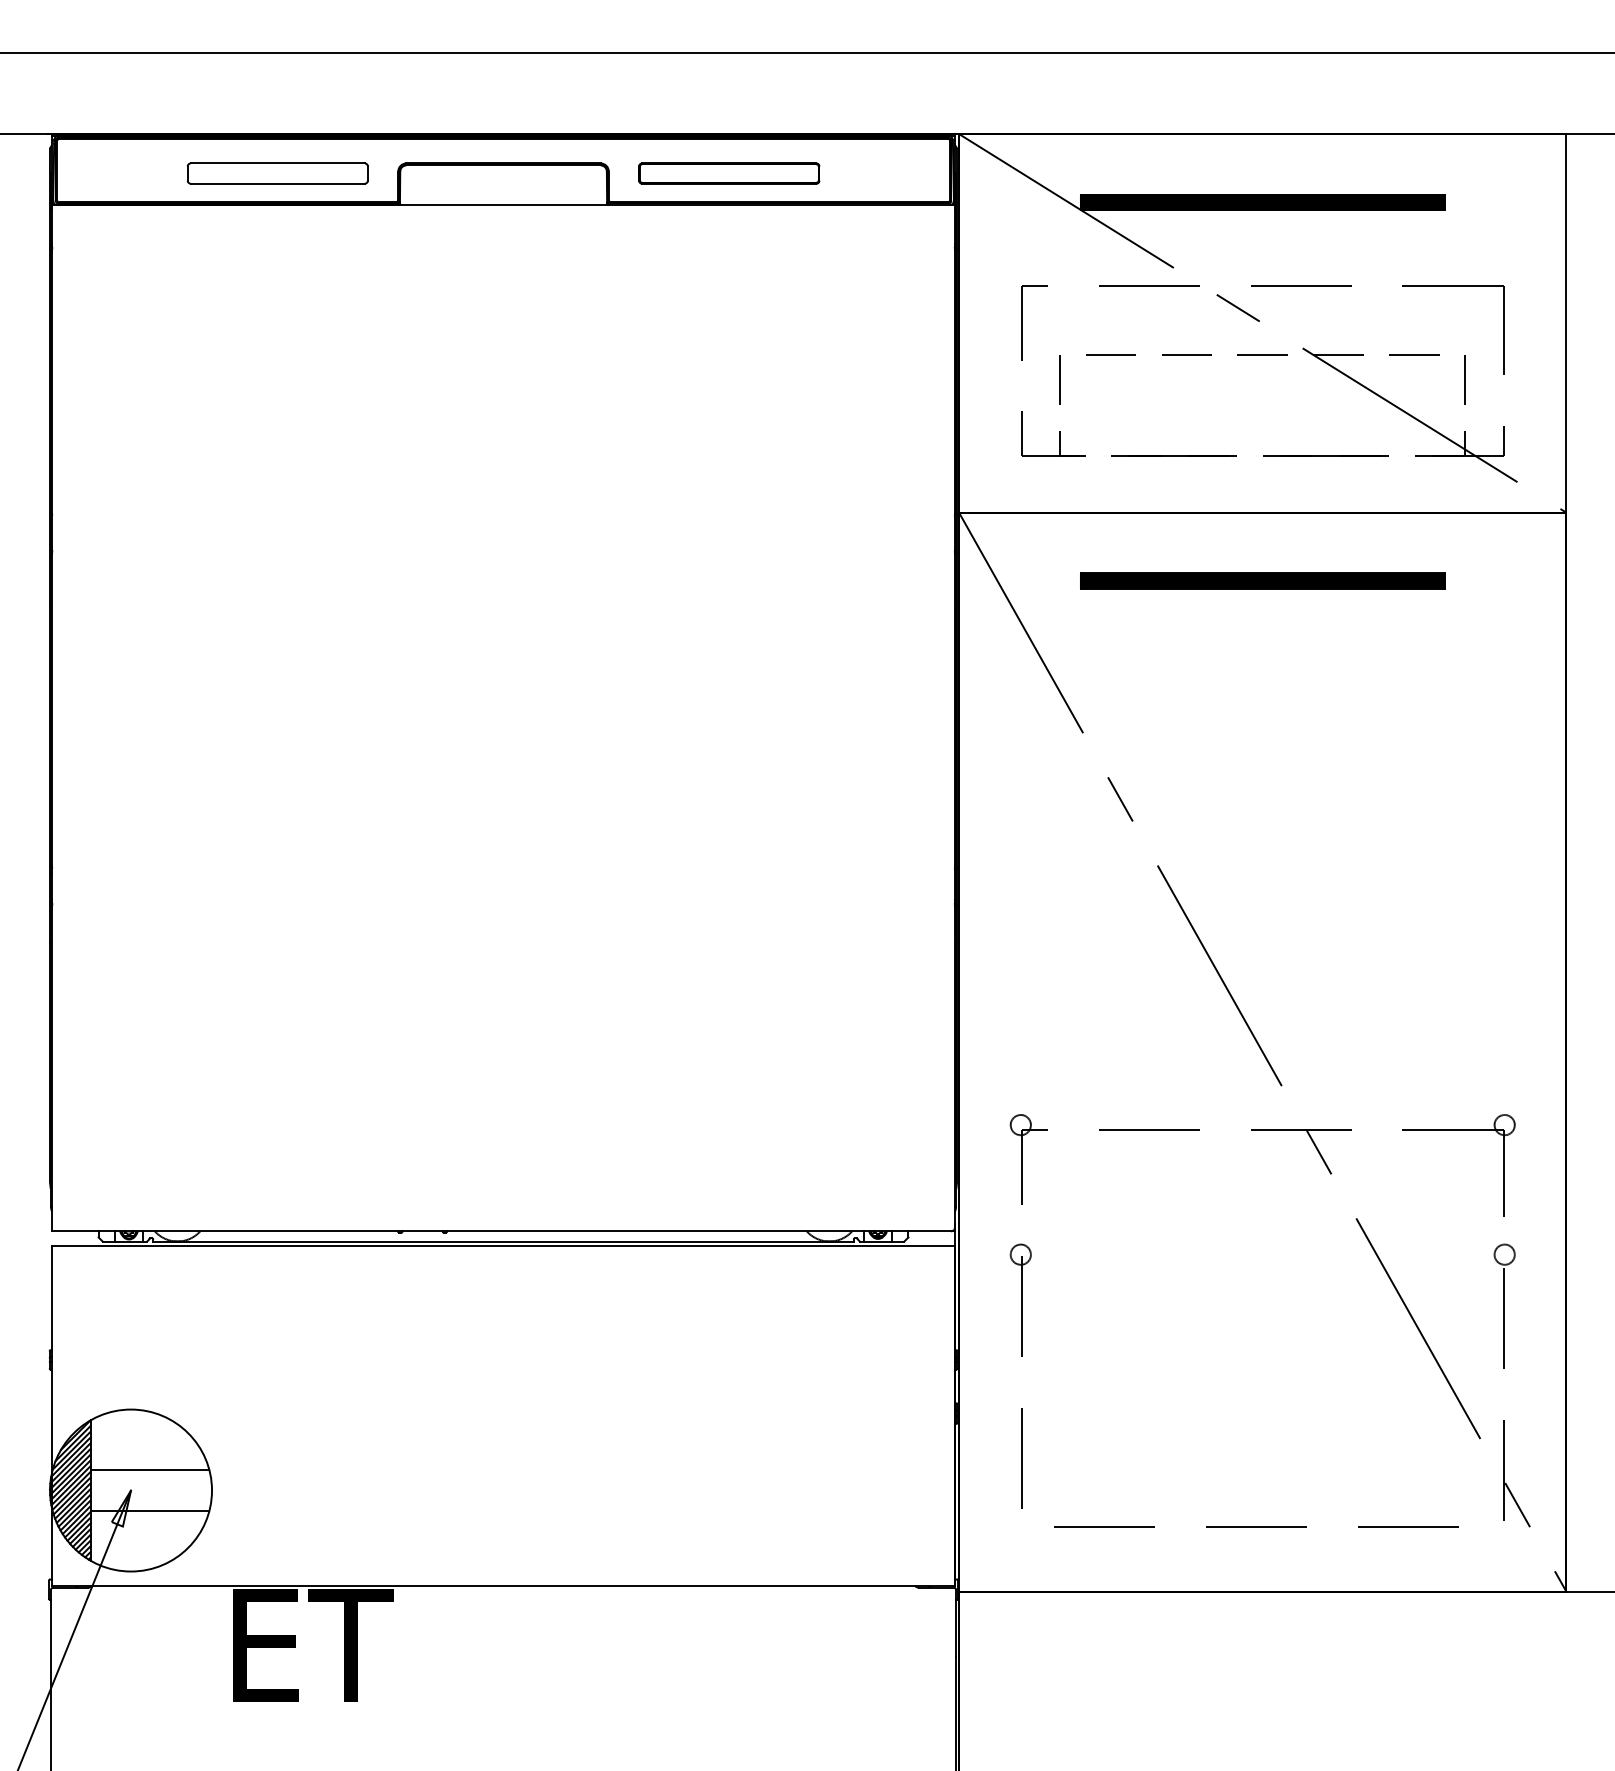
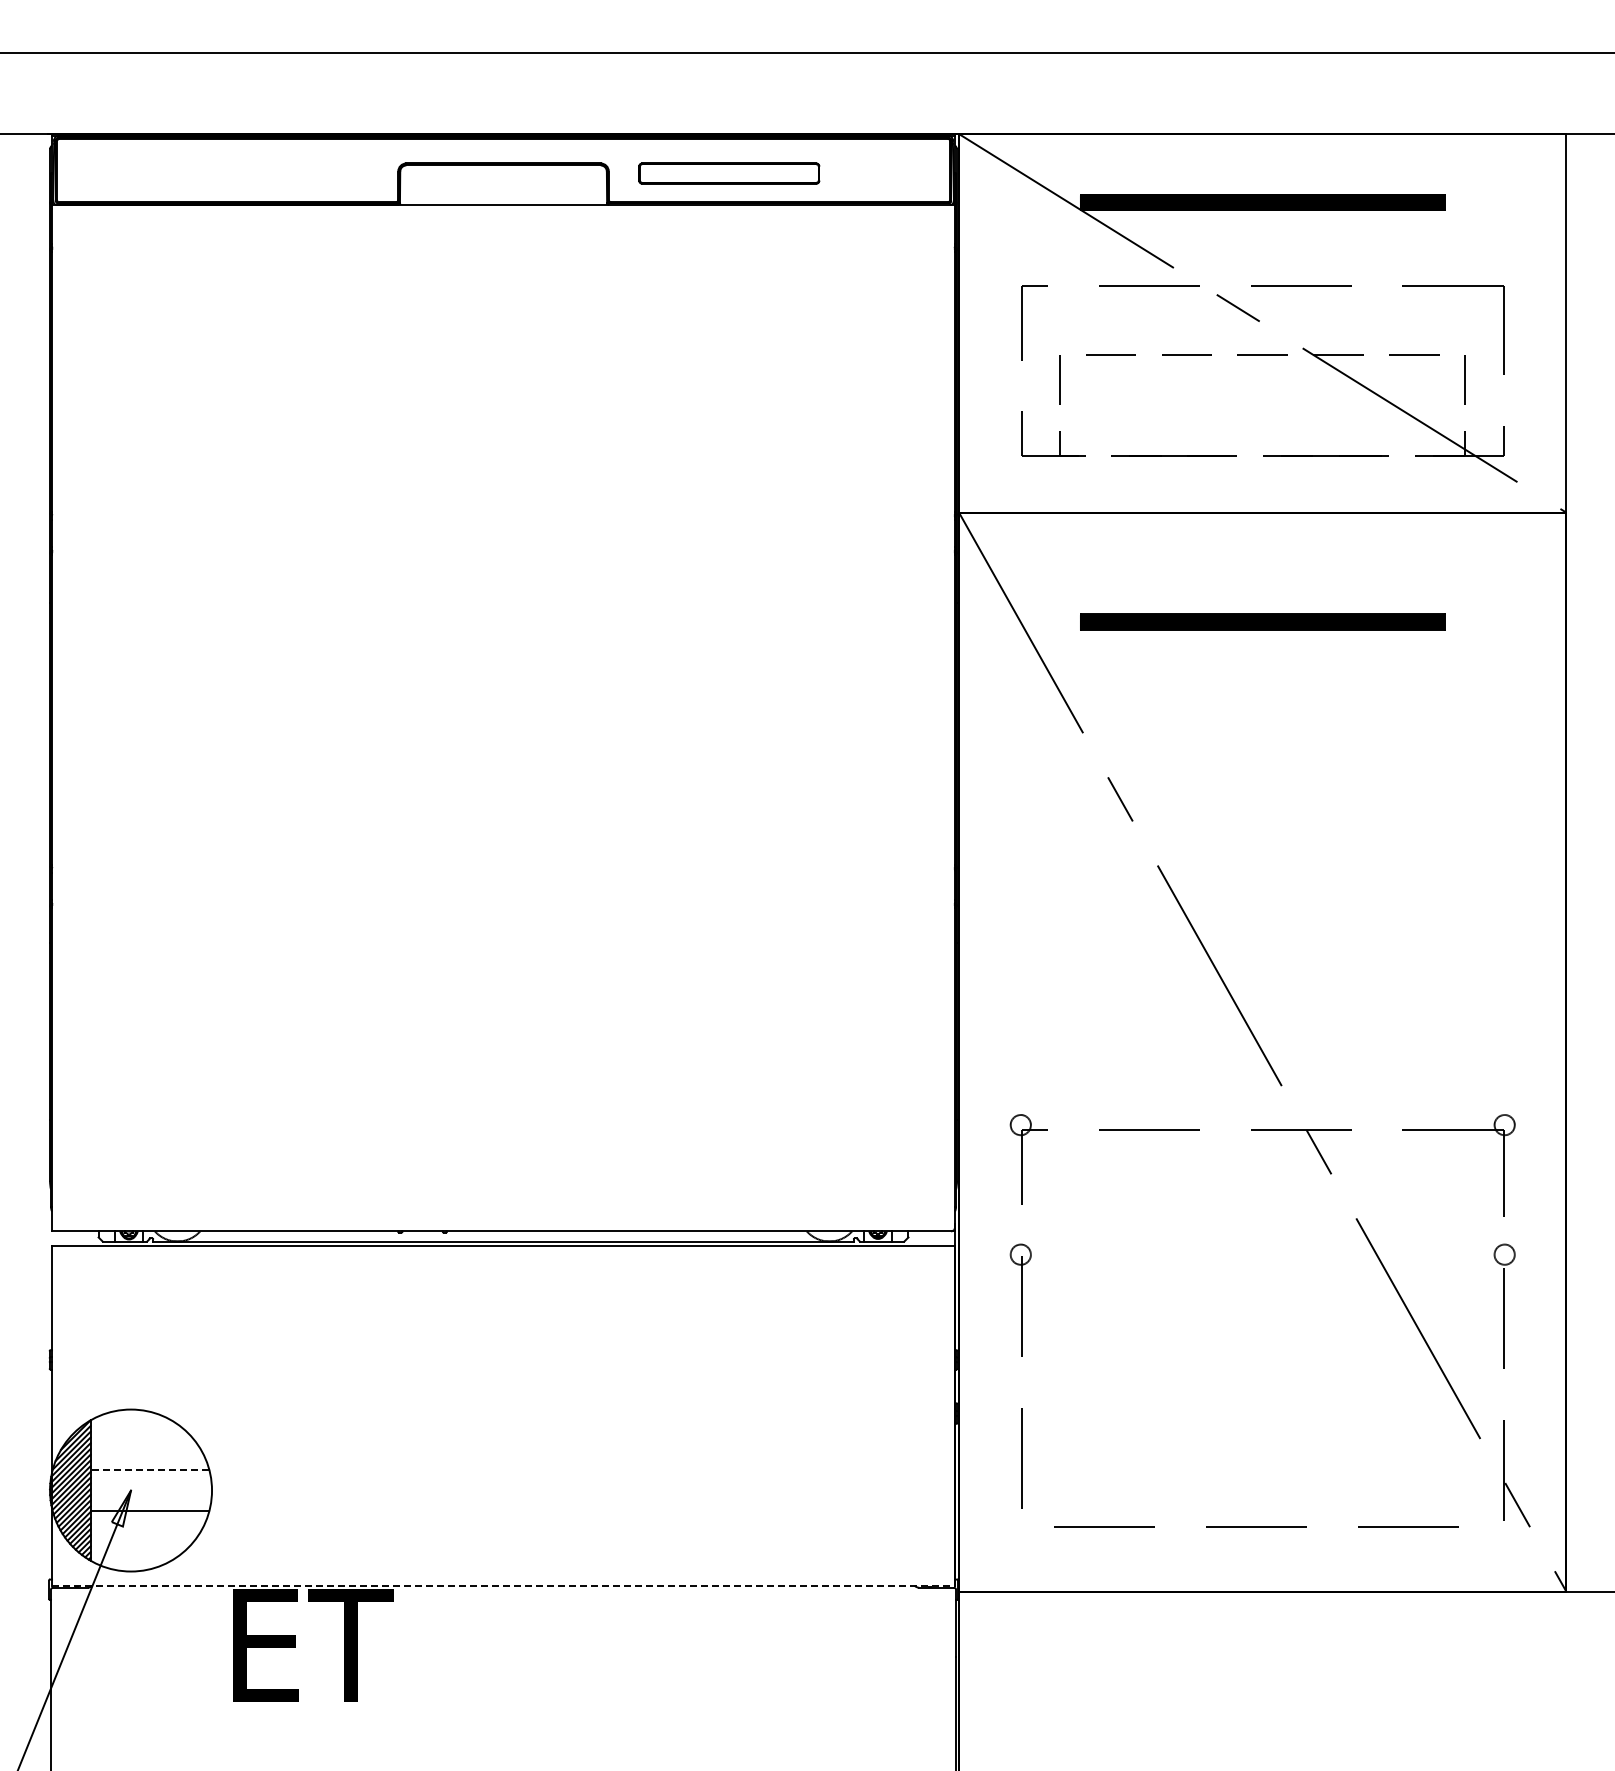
part at (277, 173): present -> none
part at (1262, 580) position: (1262, 580) -> (1262, 621)
line at (149, 1470): solid -> dashed
line at (504, 1585): solid -> dashed
